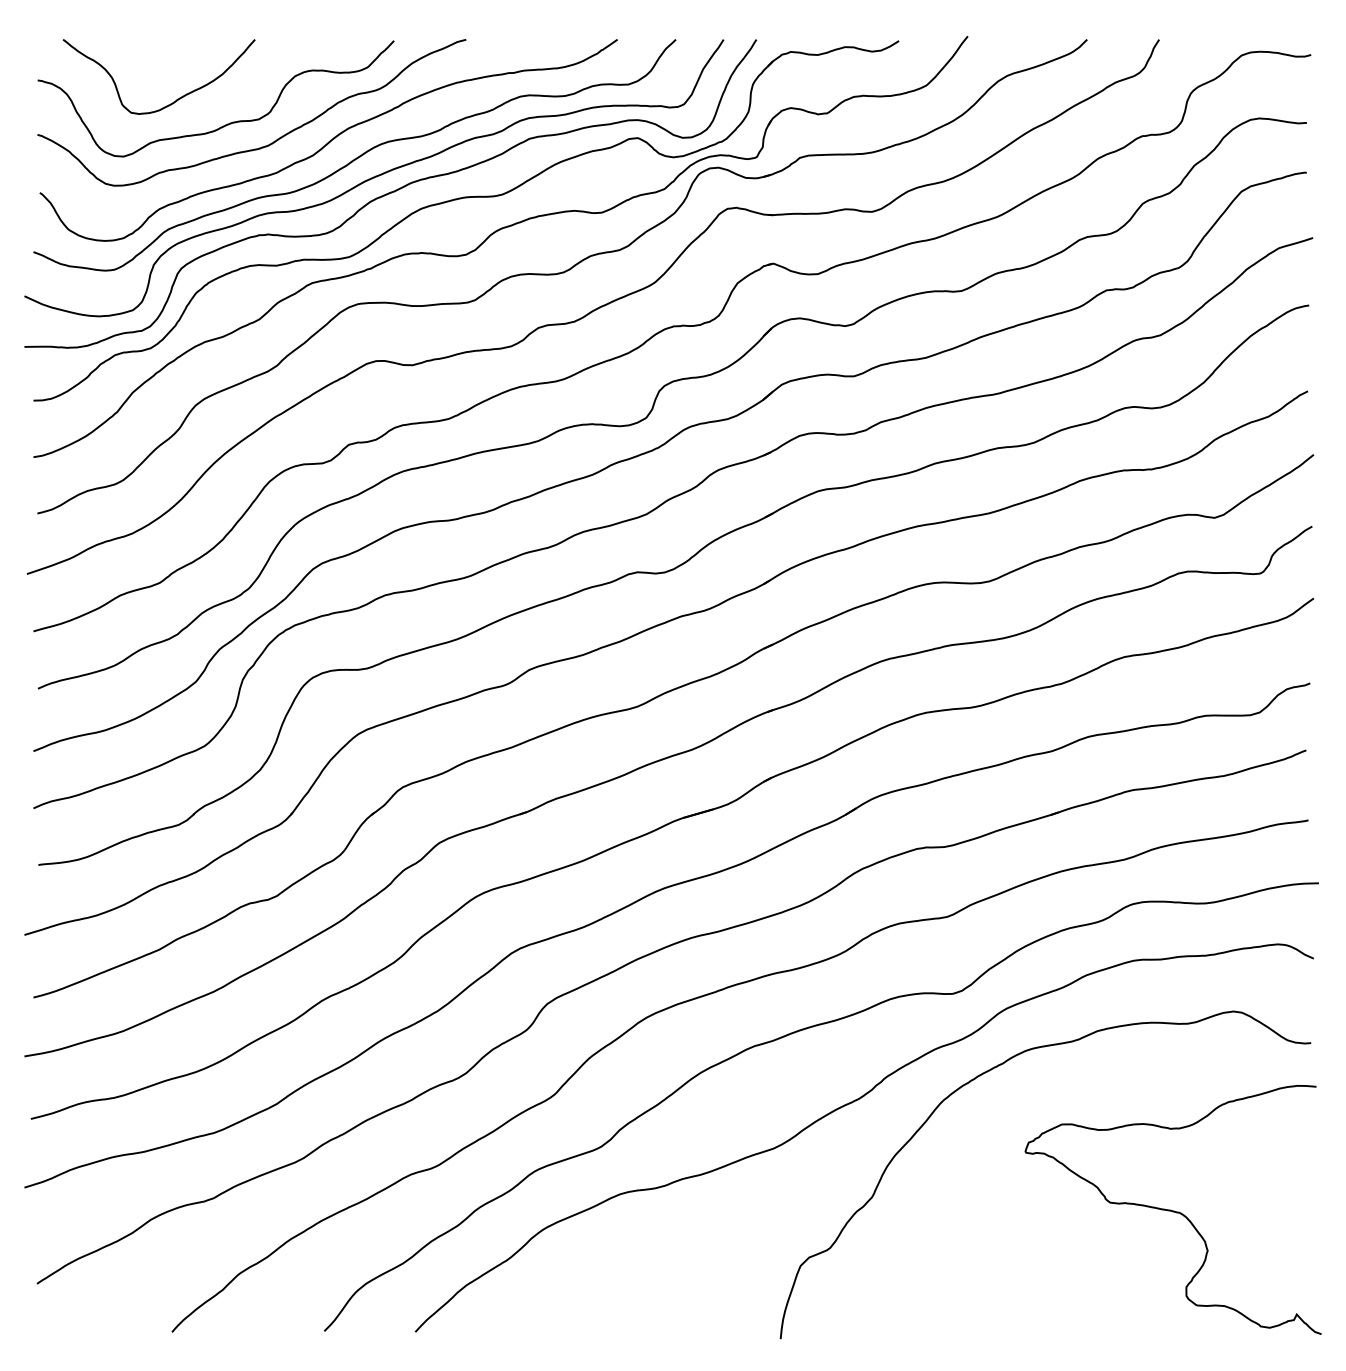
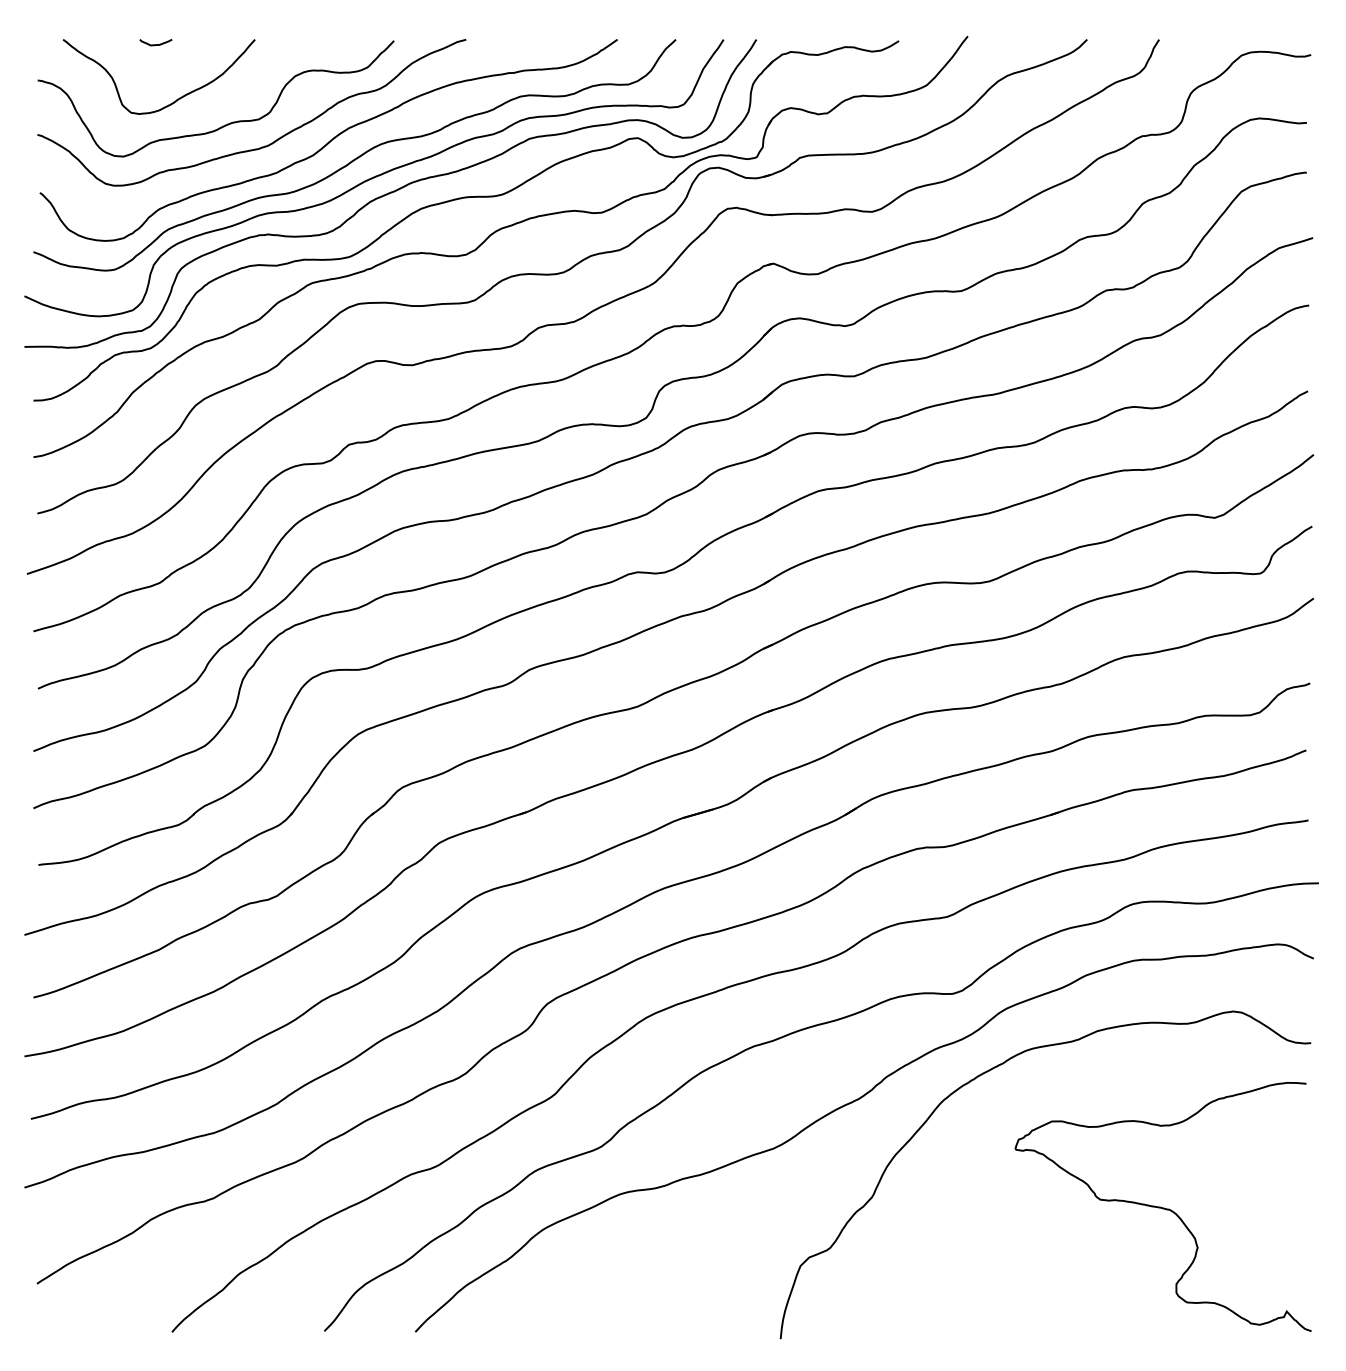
curve at (155, 44): none -> present
curve at (1172, 1210) position: (1172, 1210) -> (1162, 1207)
